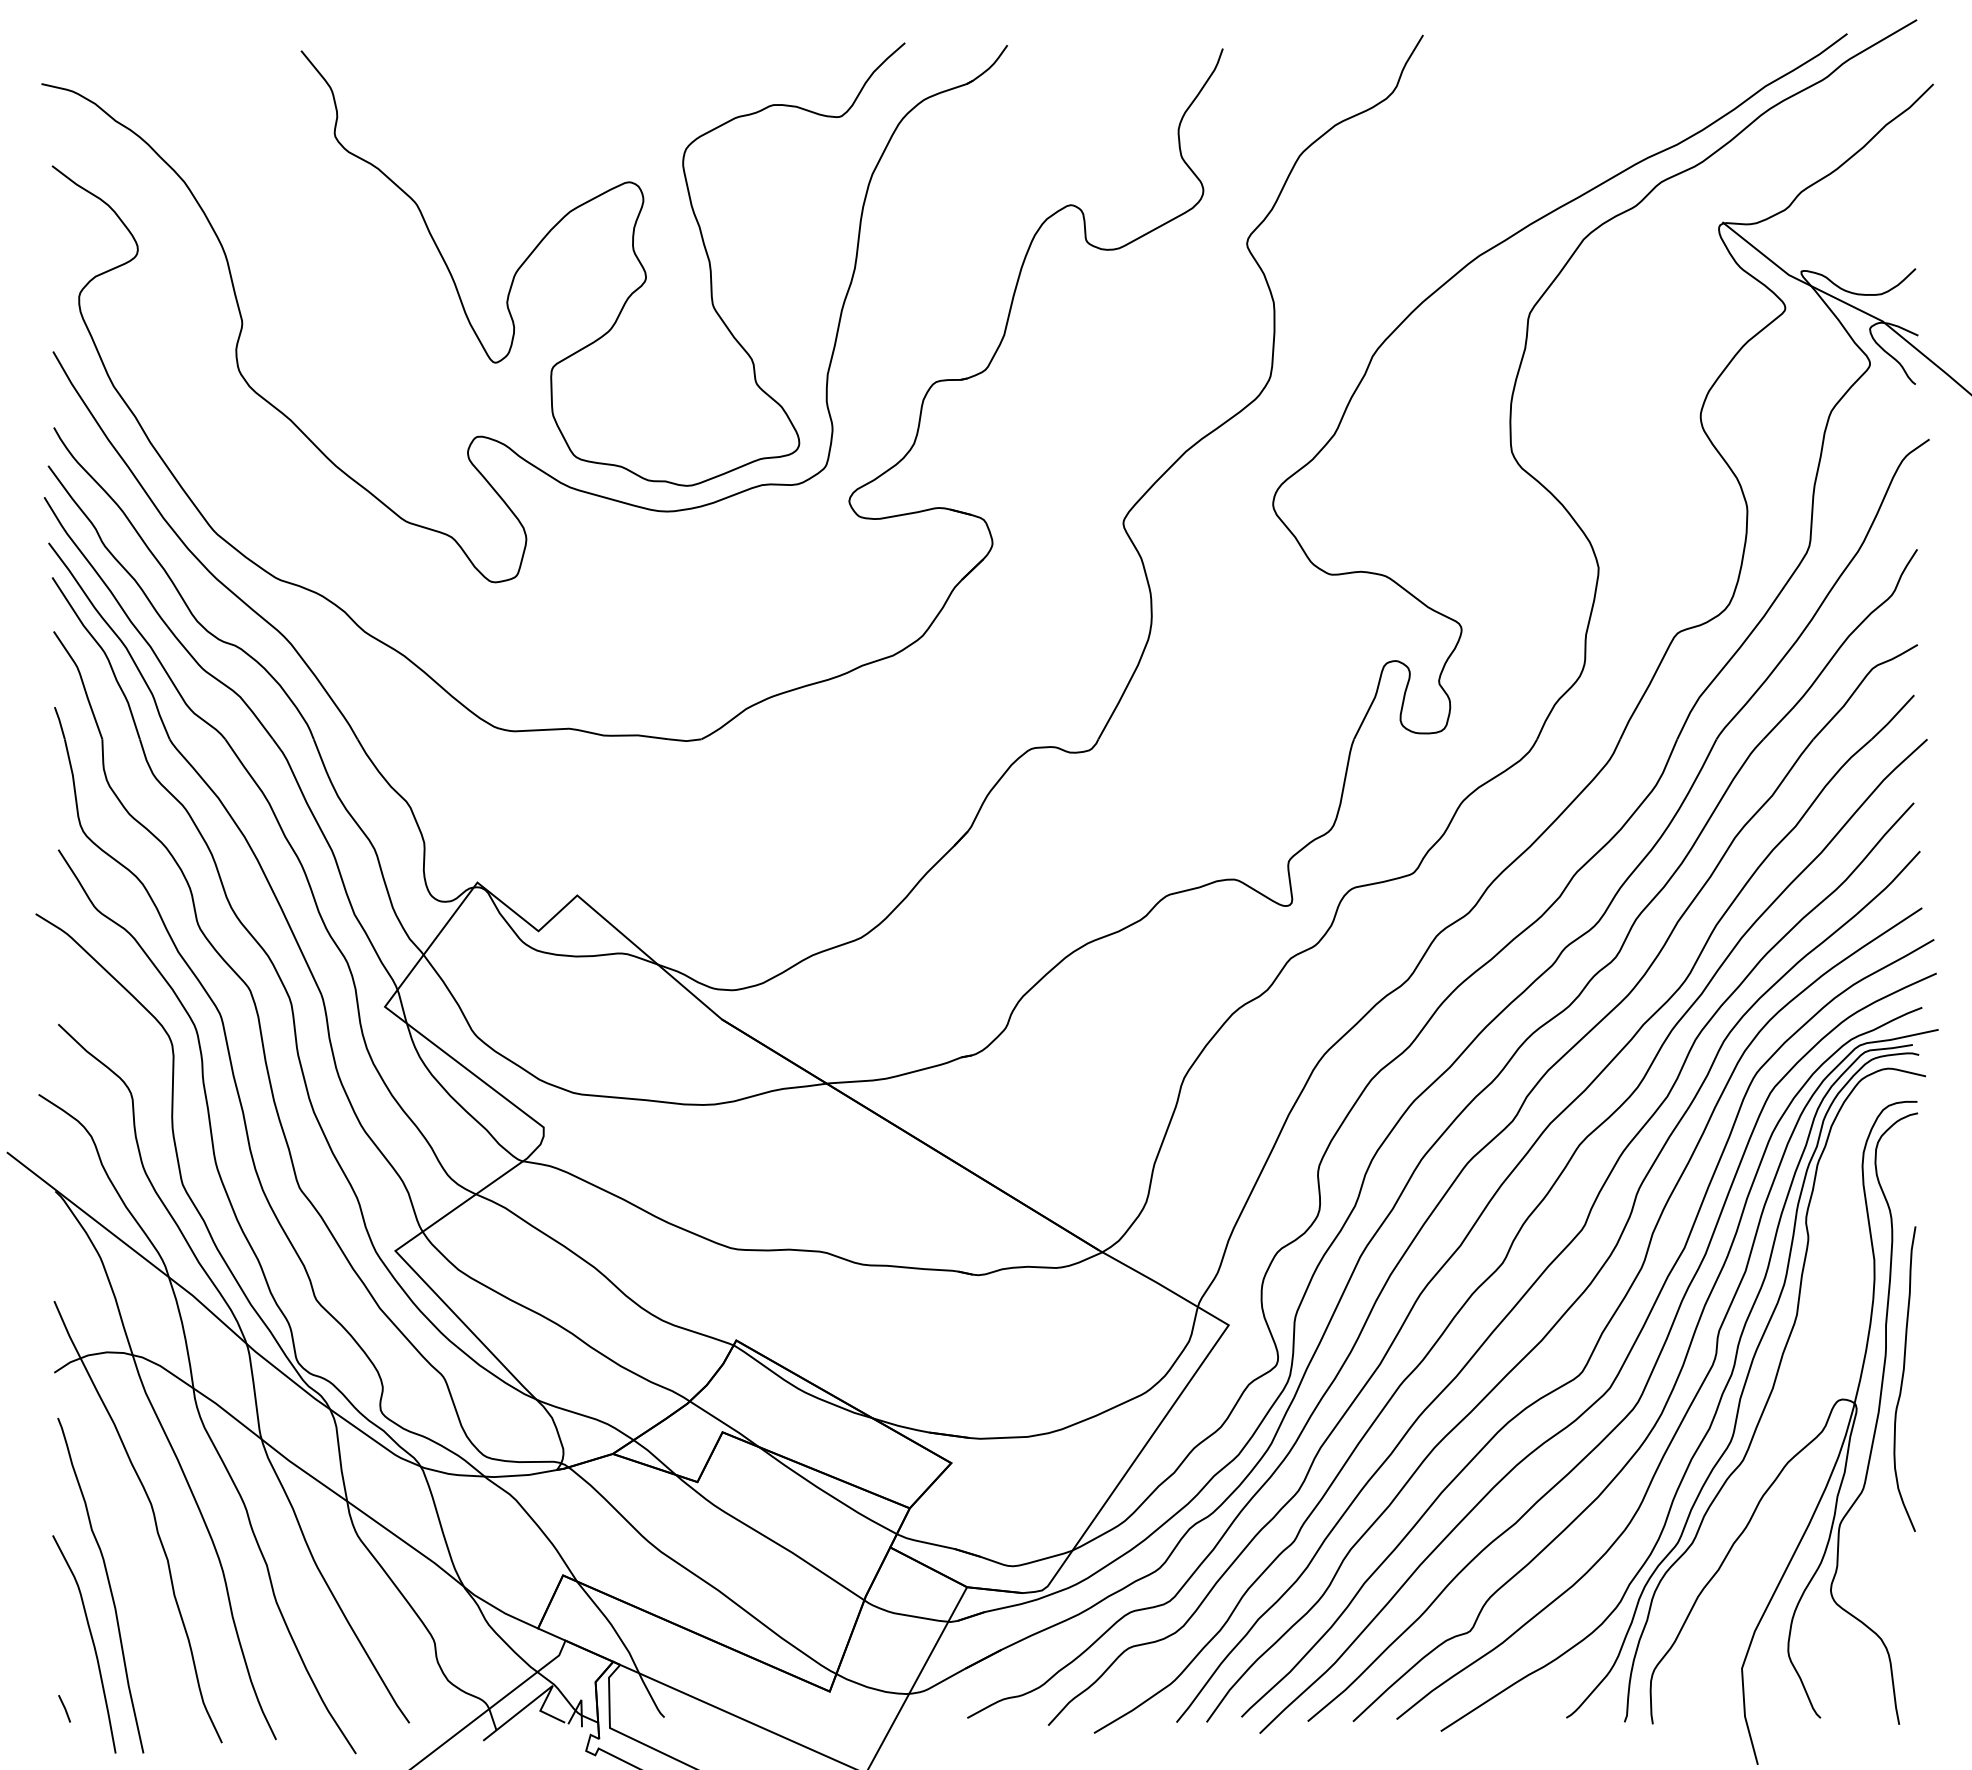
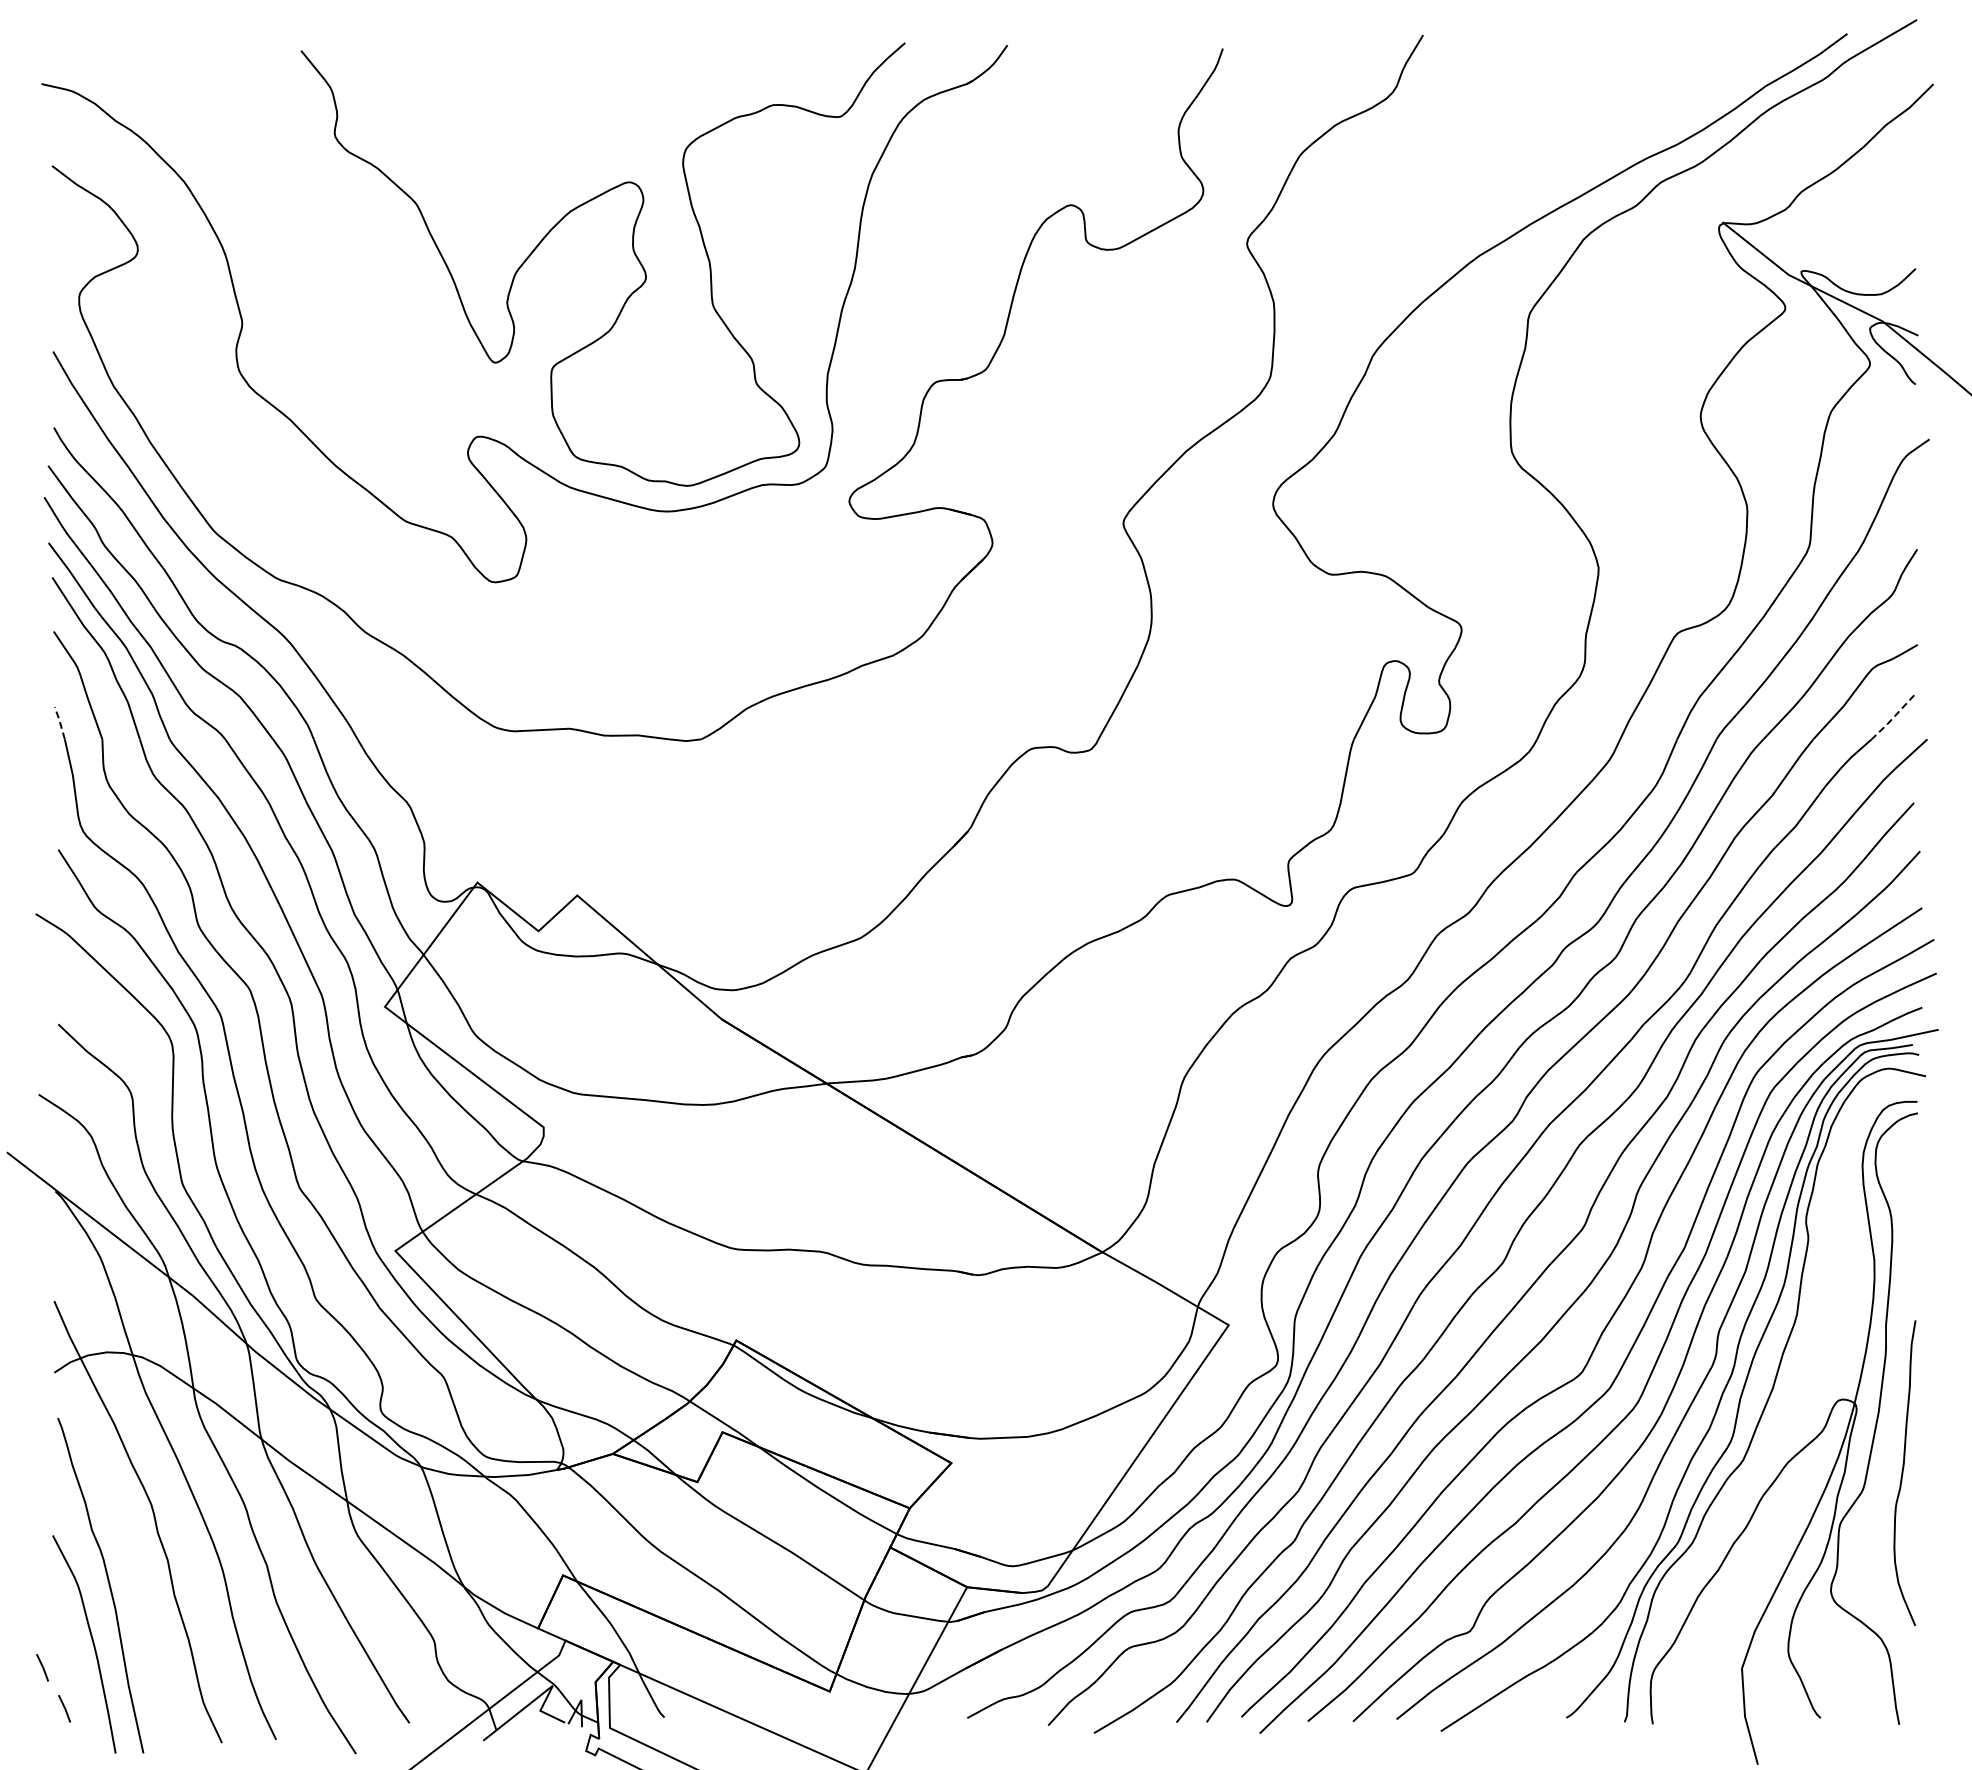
line at (1893, 718): solid -> dashed
line at (60, 722): solid -> dashed
curve at (1903, 1378) position: (1903, 1378) -> (1903, 1472)
line at (42, 1667): none -> present
